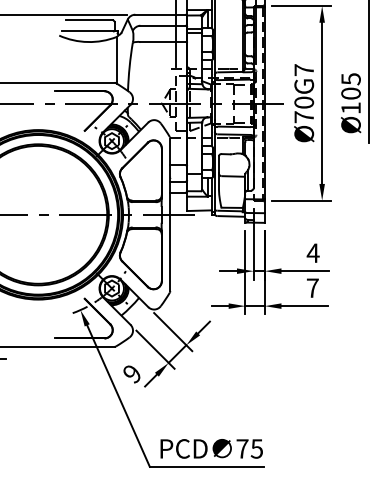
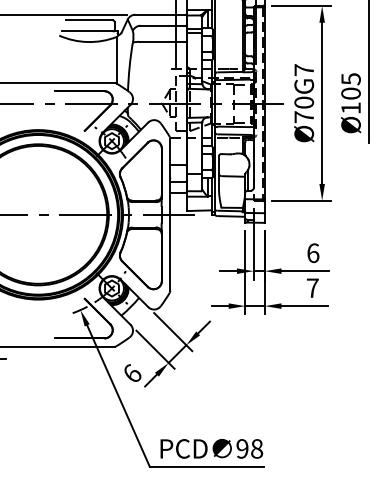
text at (312, 253): 4 -> 6
text at (132, 373): 9 -> 6
text at (249, 448): 75 -> 98
